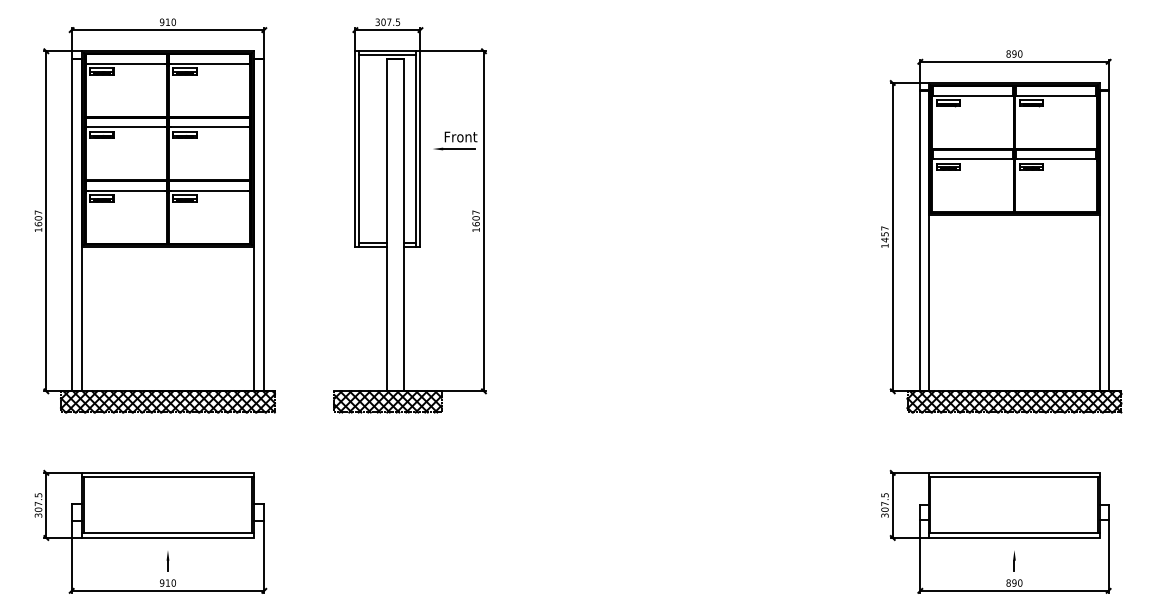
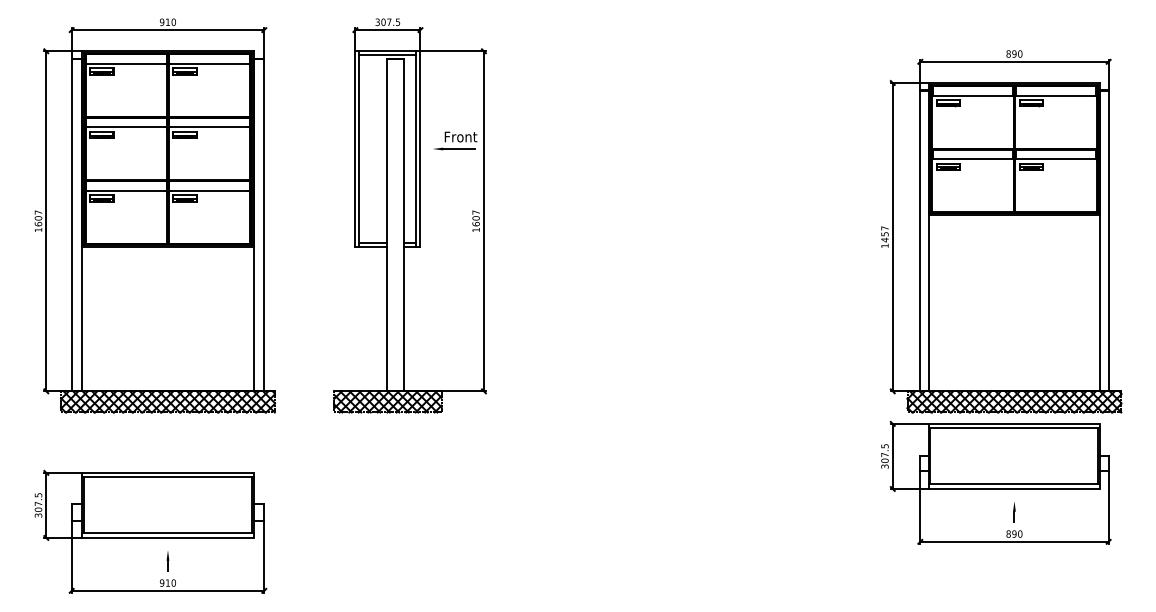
part at (996, 531) position: (996, 531) -> (996, 482)
